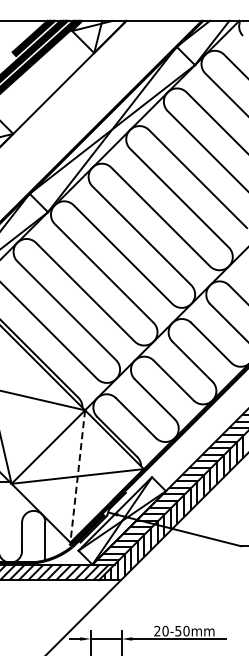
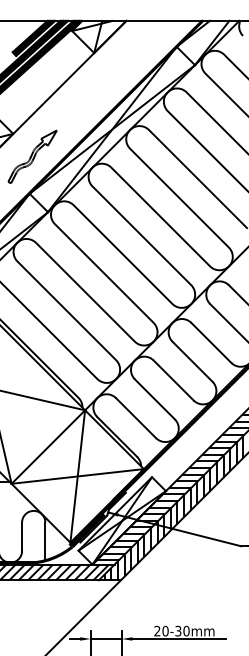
part at (32, 156): none -> present
line at (77, 476): dashed -> solid
text at (178, 630): 20-50mm -> 20-30mm
